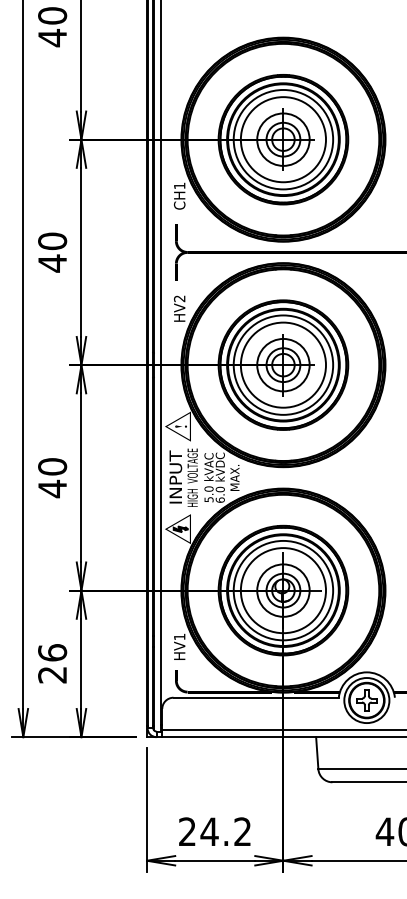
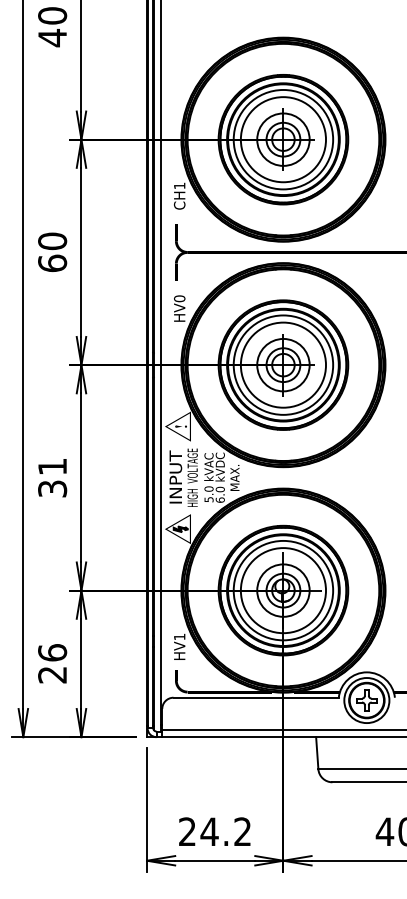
text at (52, 263): 40 -> 60
text at (179, 298): HV2 -> HV0
text at (52, 478): 40 -> 31
